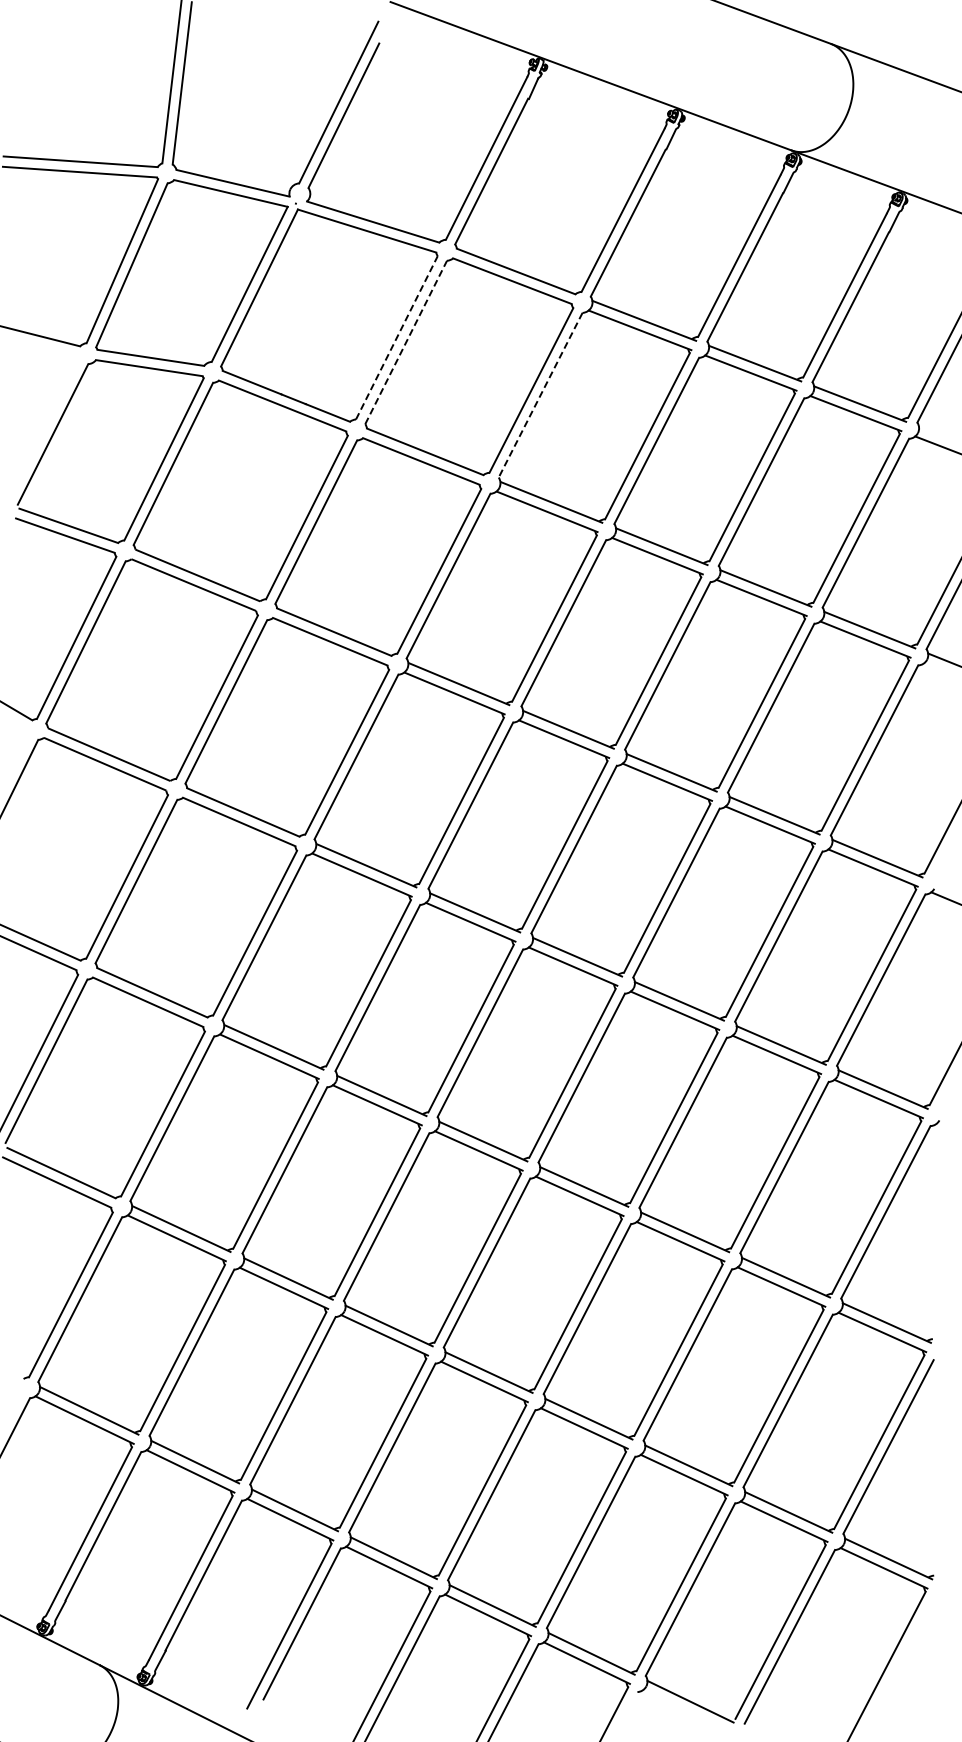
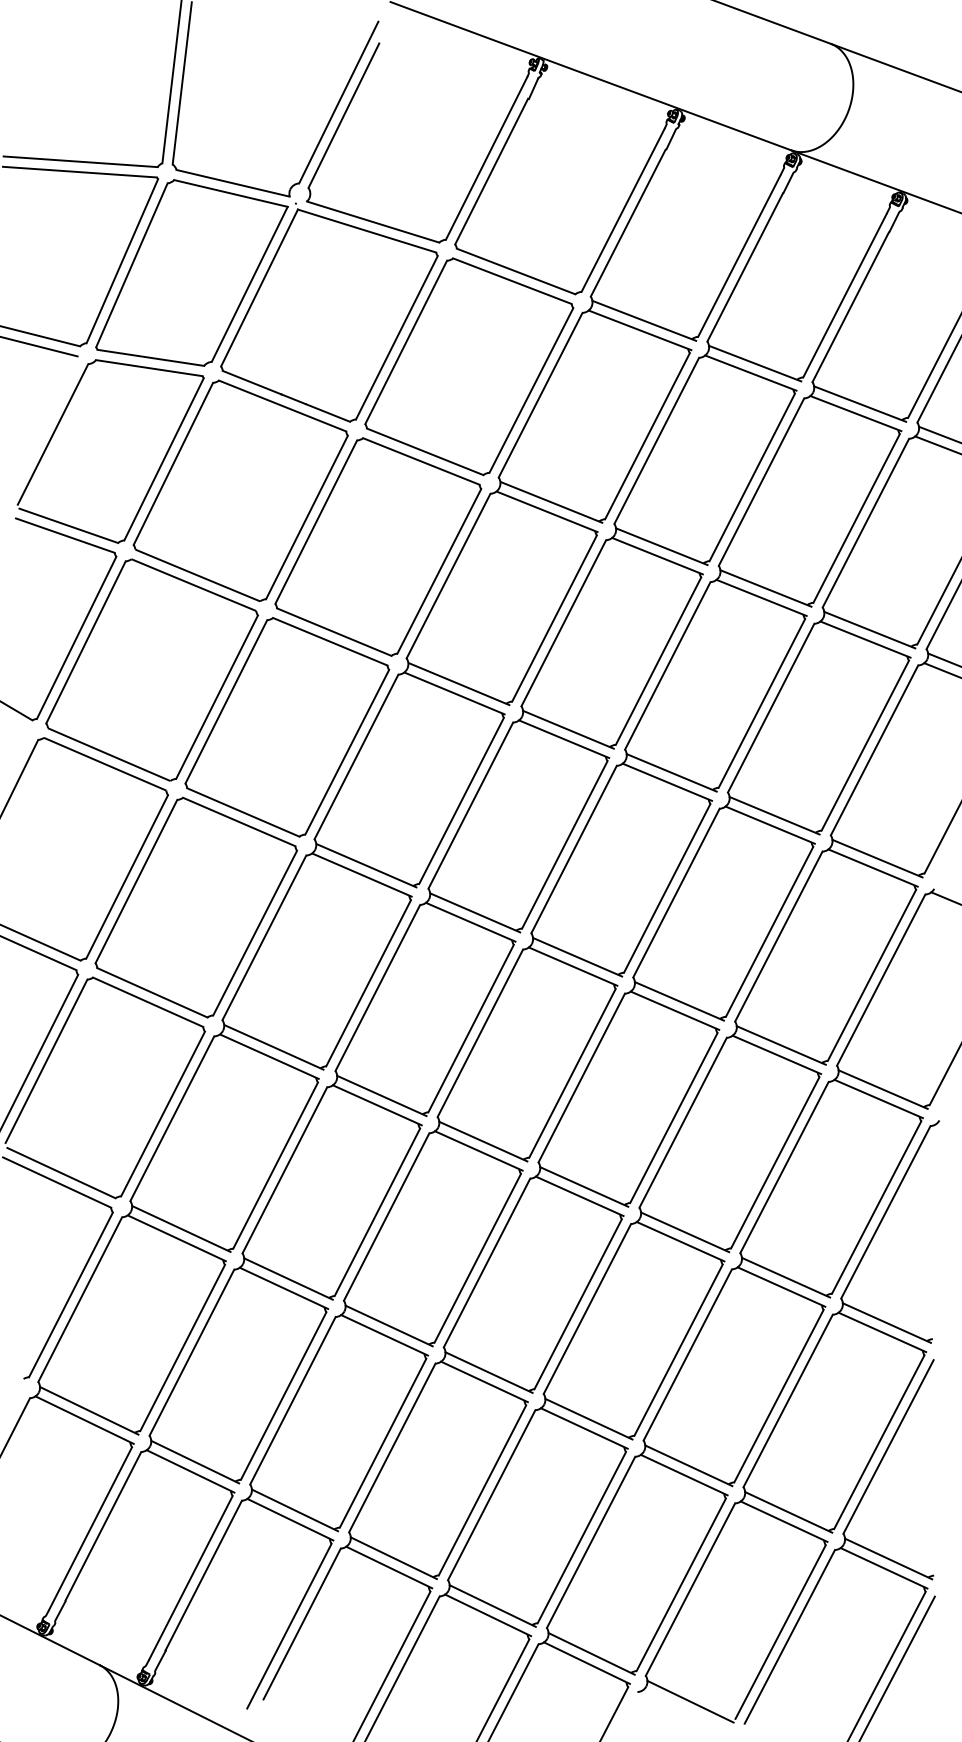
line at (397, 337): dashed -> solid
line at (406, 342): dashed -> solid
line at (39, 346): none -> present
line at (540, 395): dashed -> solid
line at (938, 433): none -> present
line at (941, 669): none -> present
line at (897, 1667): none -> present
